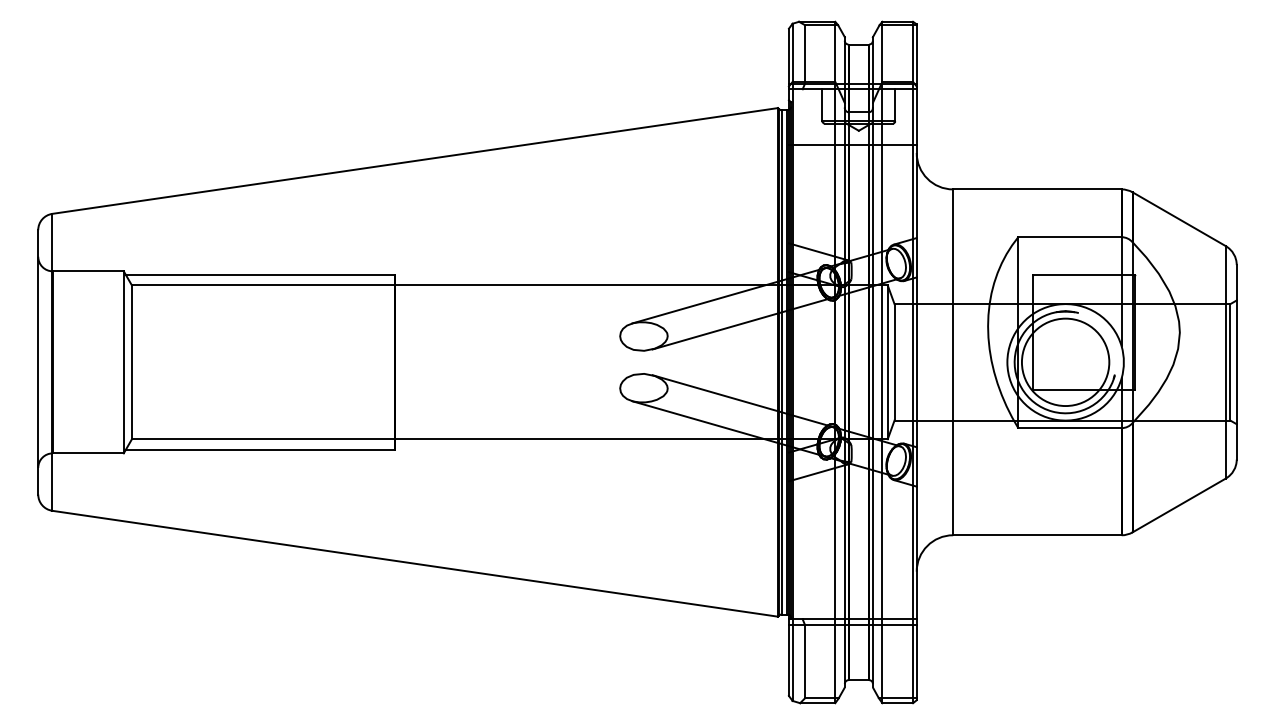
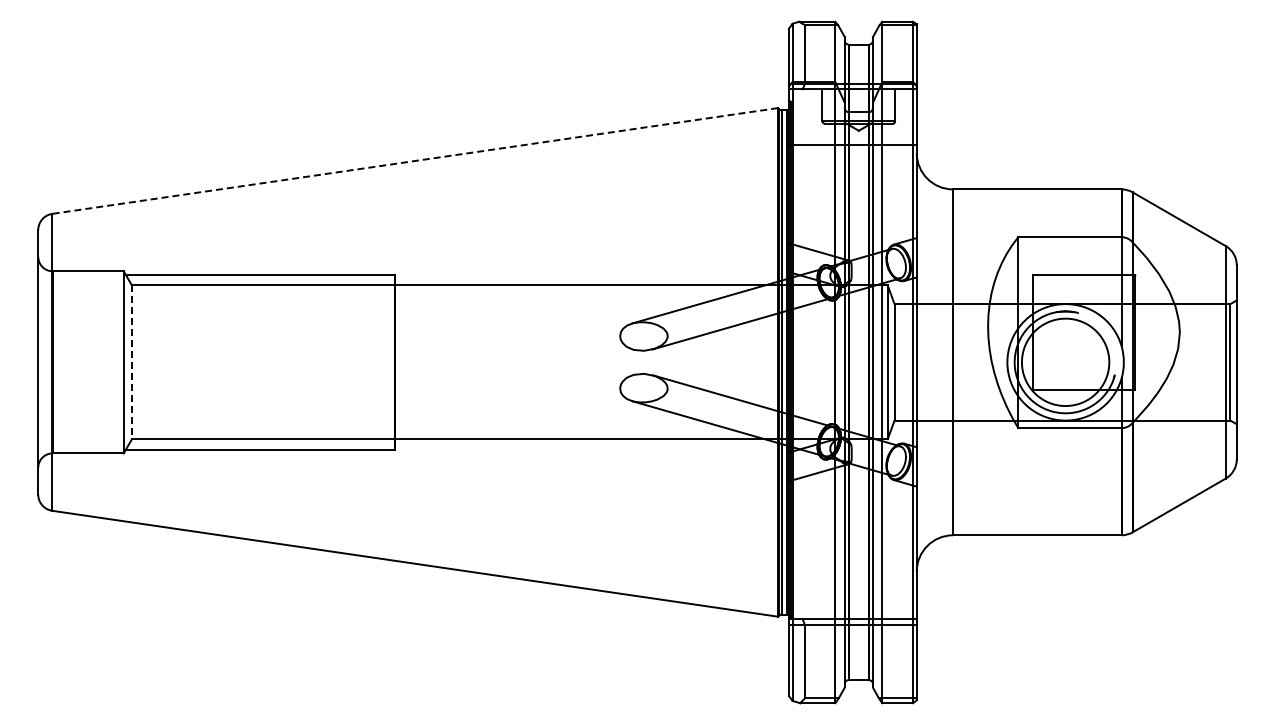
line at (415, 160): solid -> dashed
line at (131, 362): solid -> dashed
